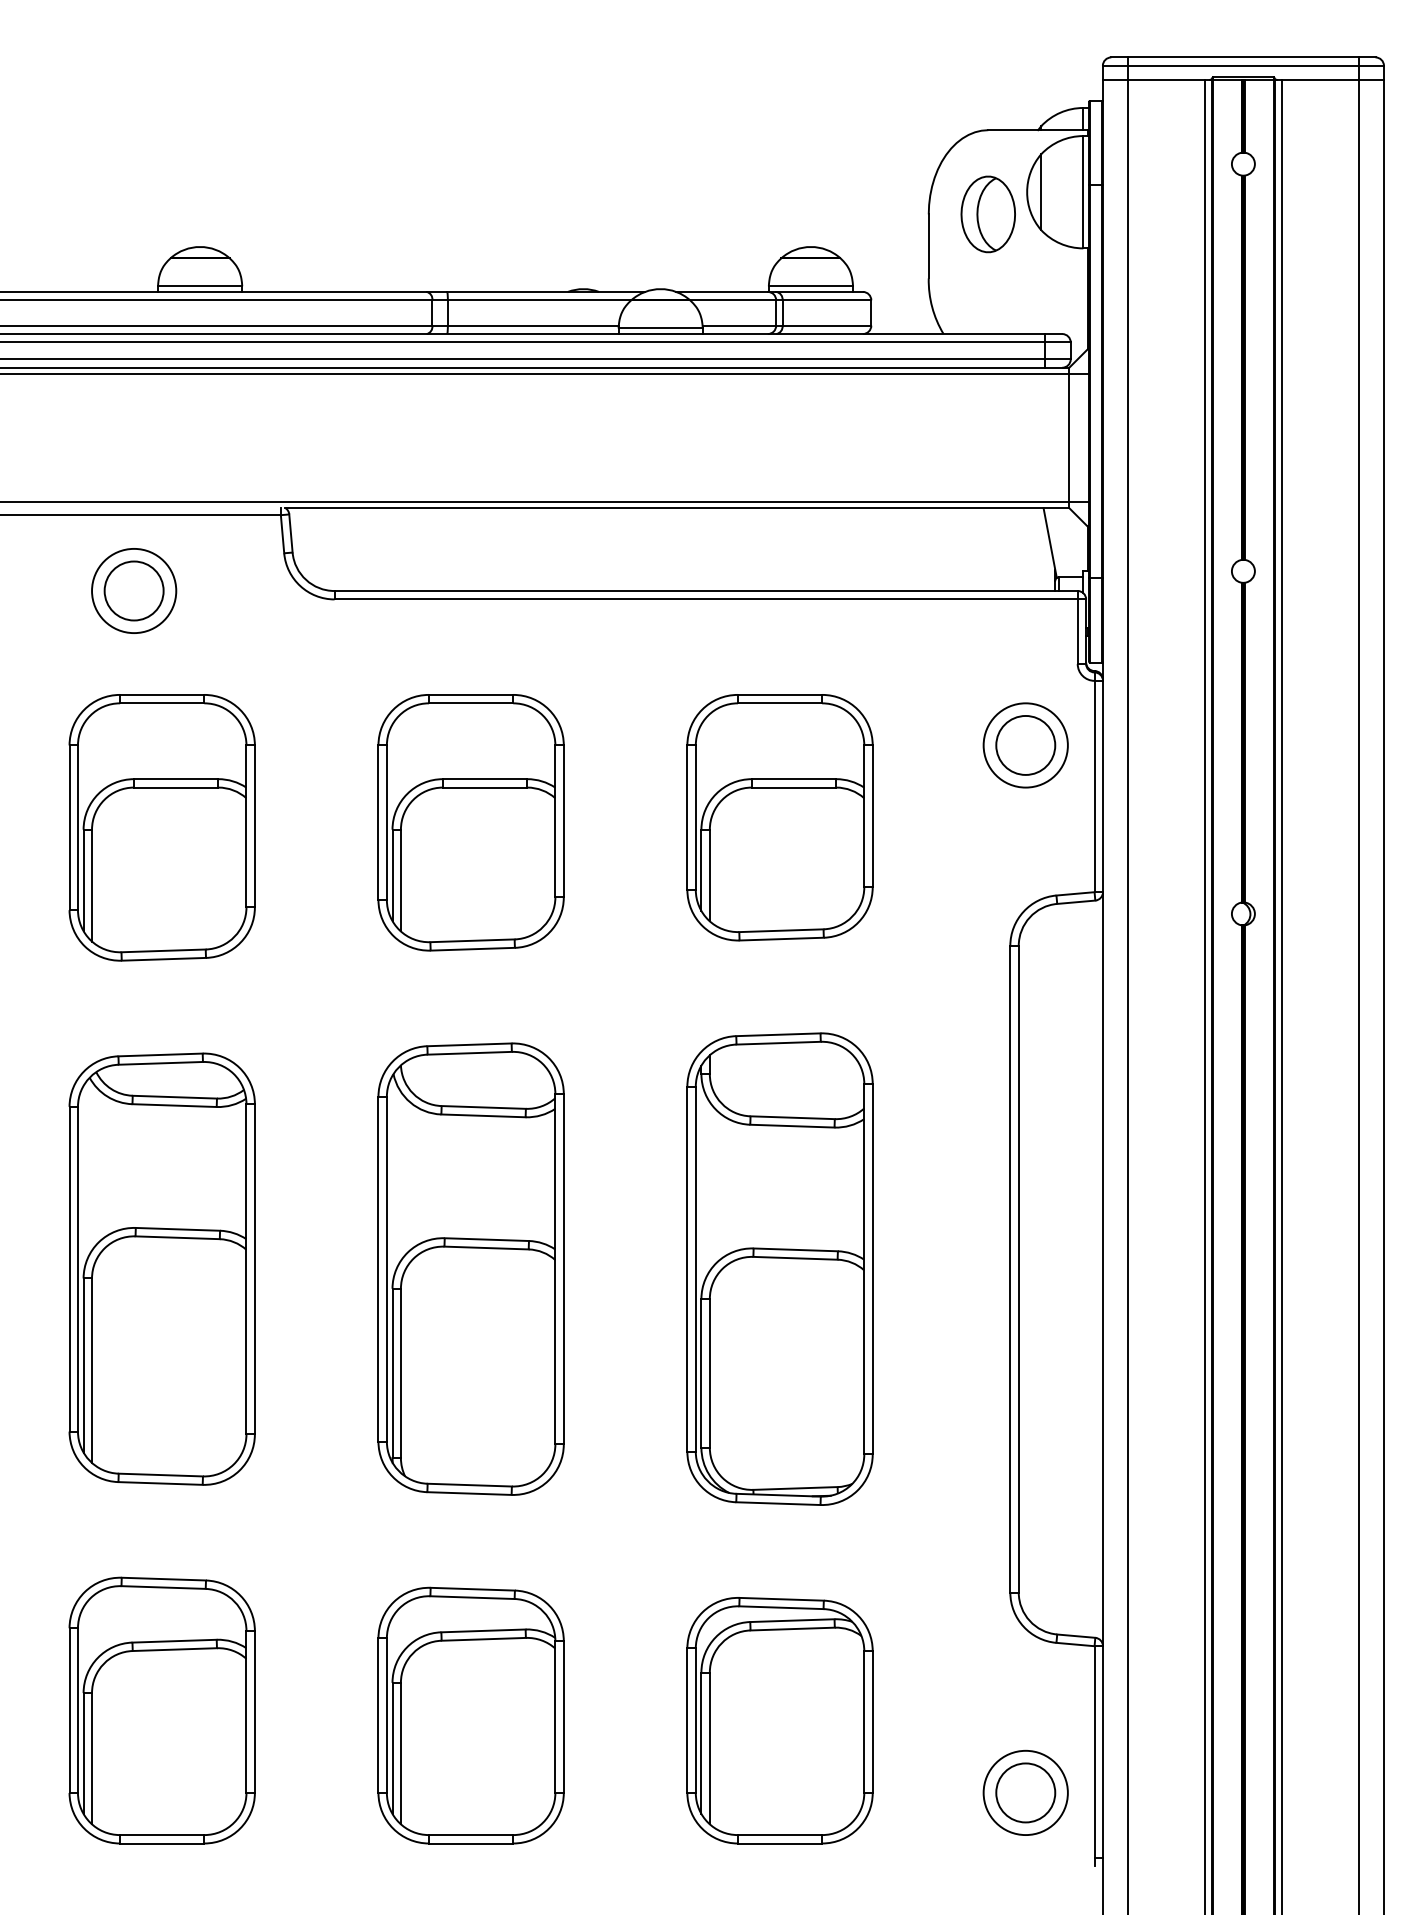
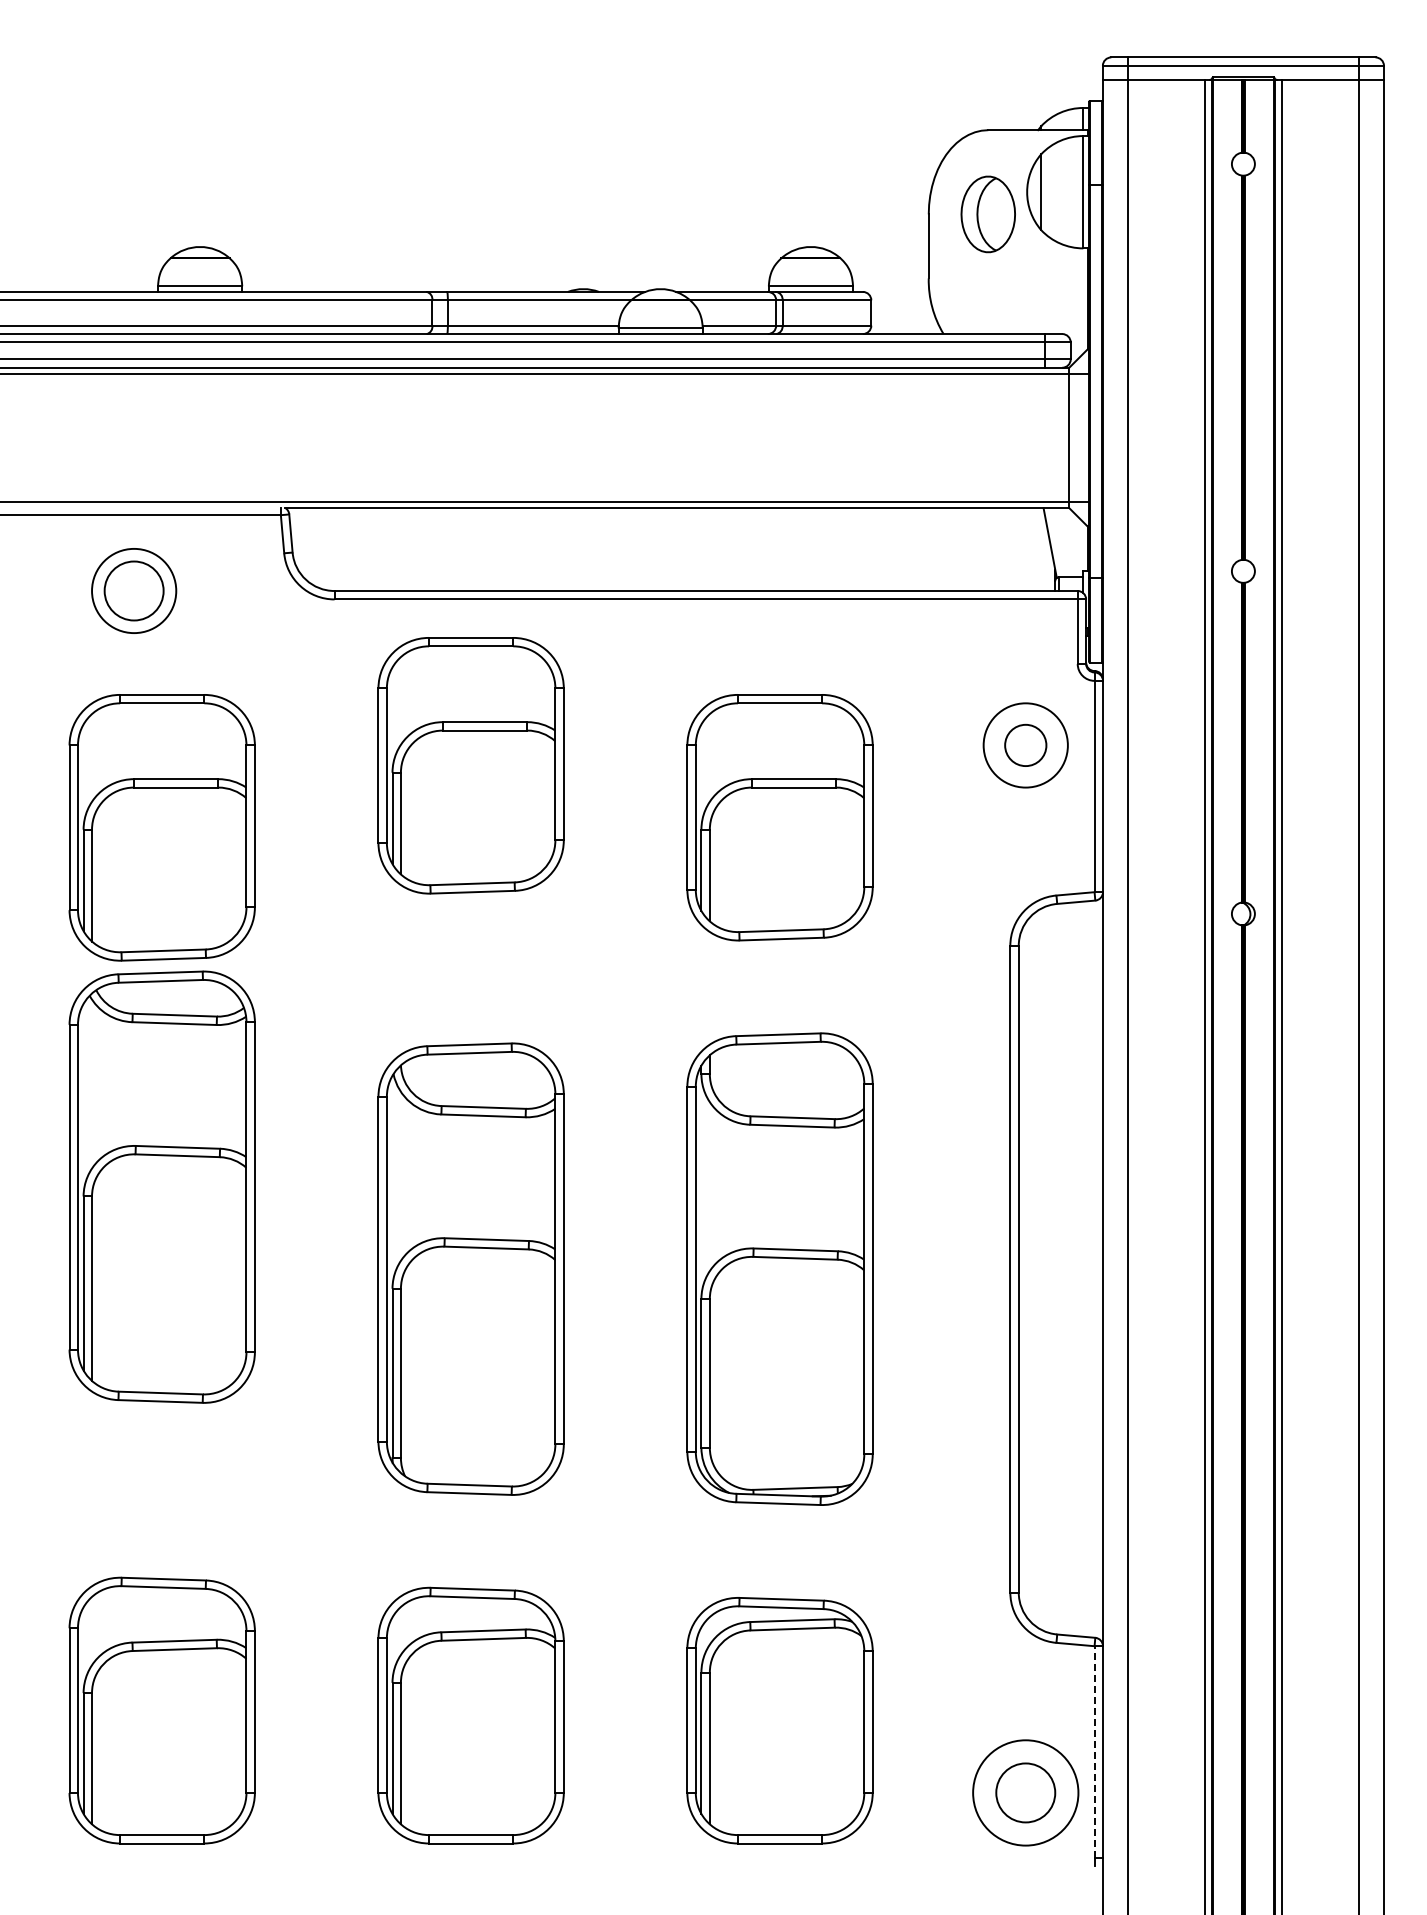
circle at (1025, 744) diameter: 59 px -> 41 px
part at (470, 822) position: (470, 822) -> (470, 765)
part at (161, 1268) position: (161, 1268) -> (161, 1186)
line at (1094, 1751): solid -> dashed
circle at (1025, 1792) diameter: 84 px -> 105 px
